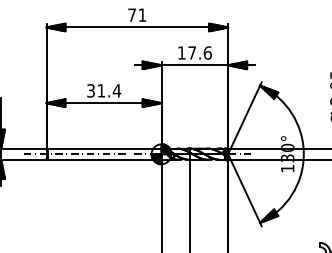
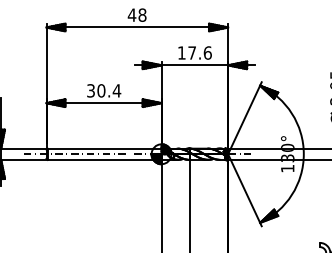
text at (136, 14): 71 -> 48
text at (101, 90): 31.4 -> 30.4
